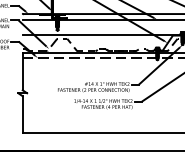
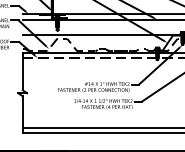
line at (101, 128): none -> present
